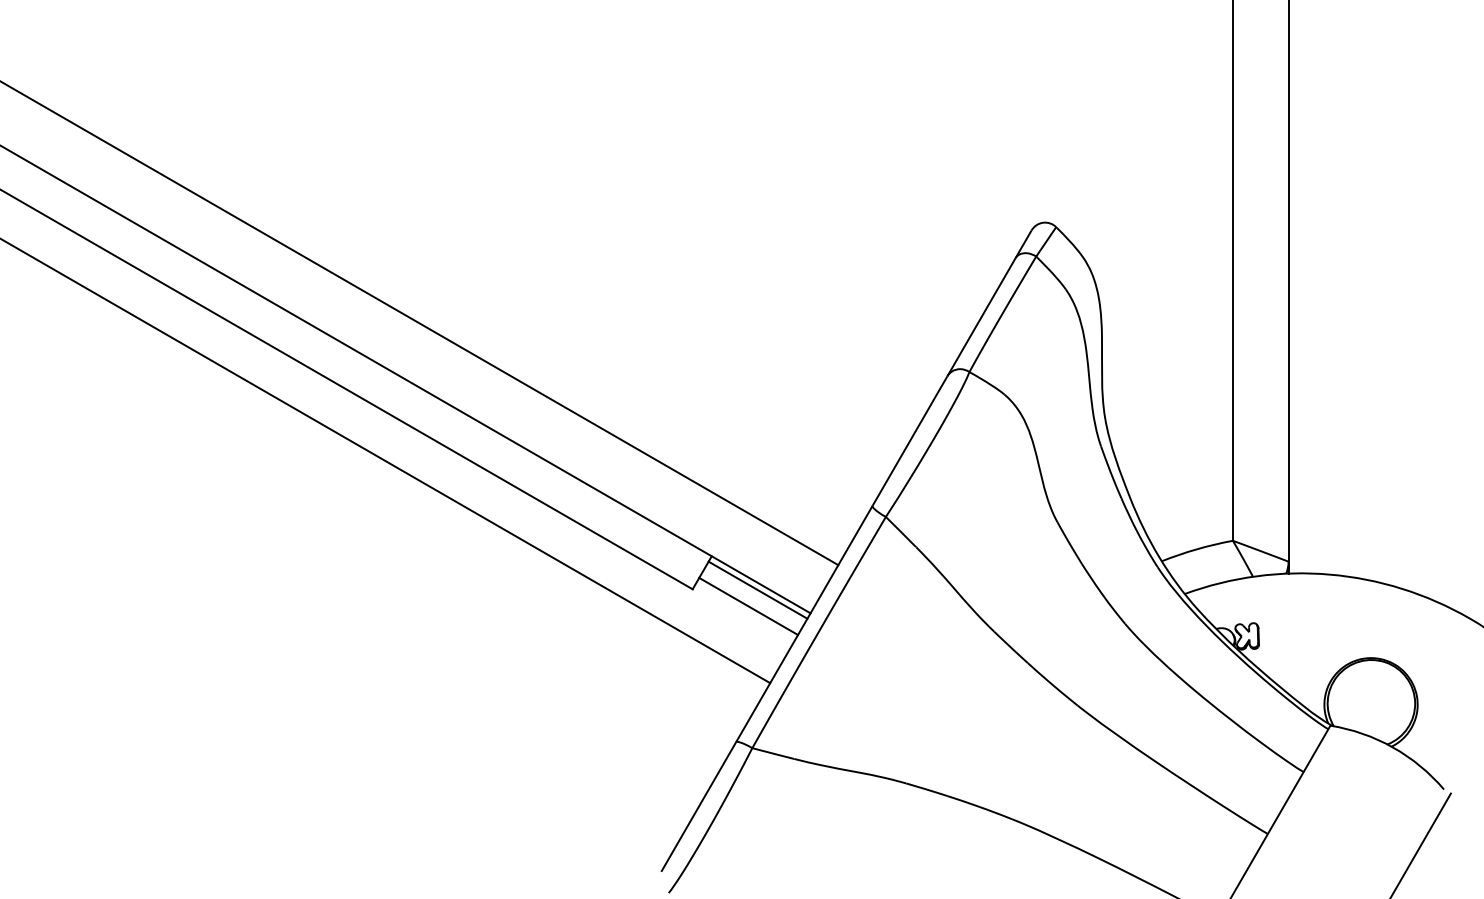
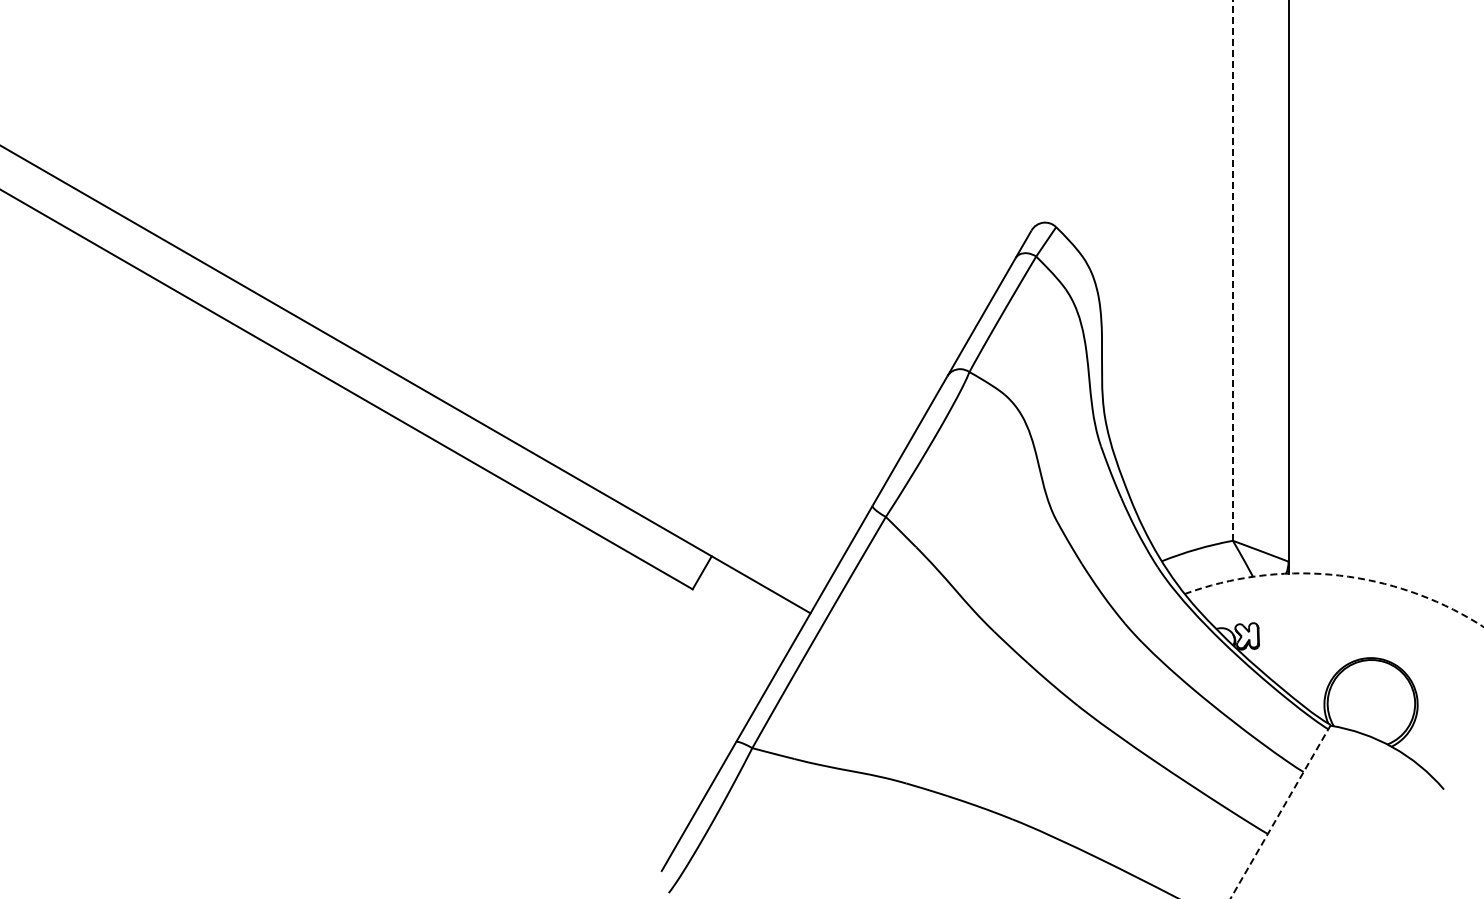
line at (1232, 270): solid -> dashed
line at (420, 323): present -> none
line at (386, 461): present -> none
arc at (1337, 575): solid -> dashed
line at (757, 589): present -> none
line at (748, 606): present -> none
line at (1280, 811): solid -> dashed
line at (1420, 844): present -> none
